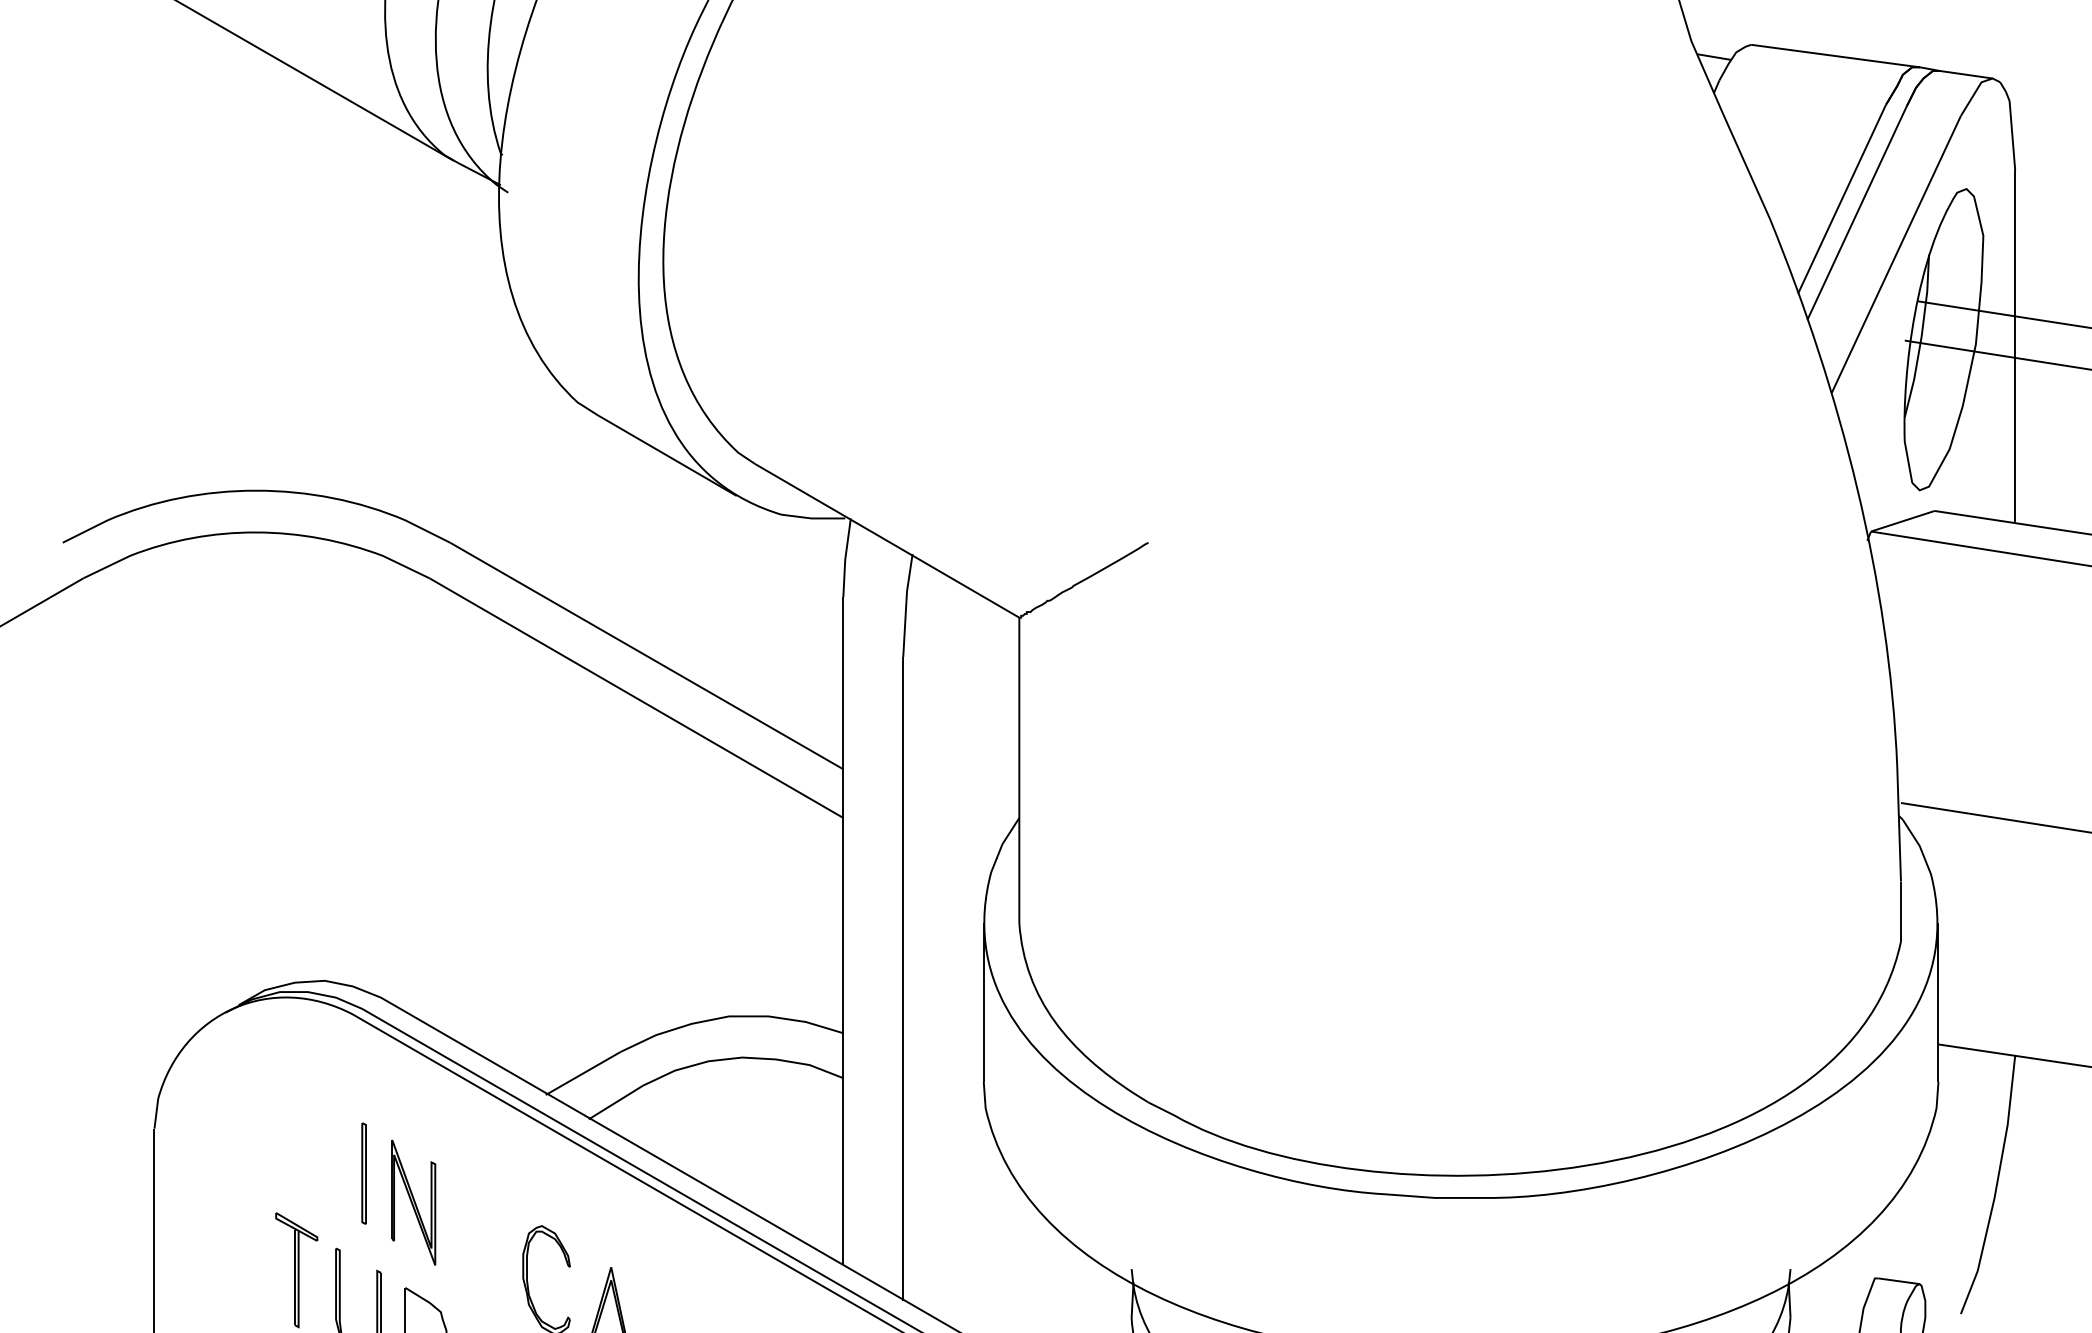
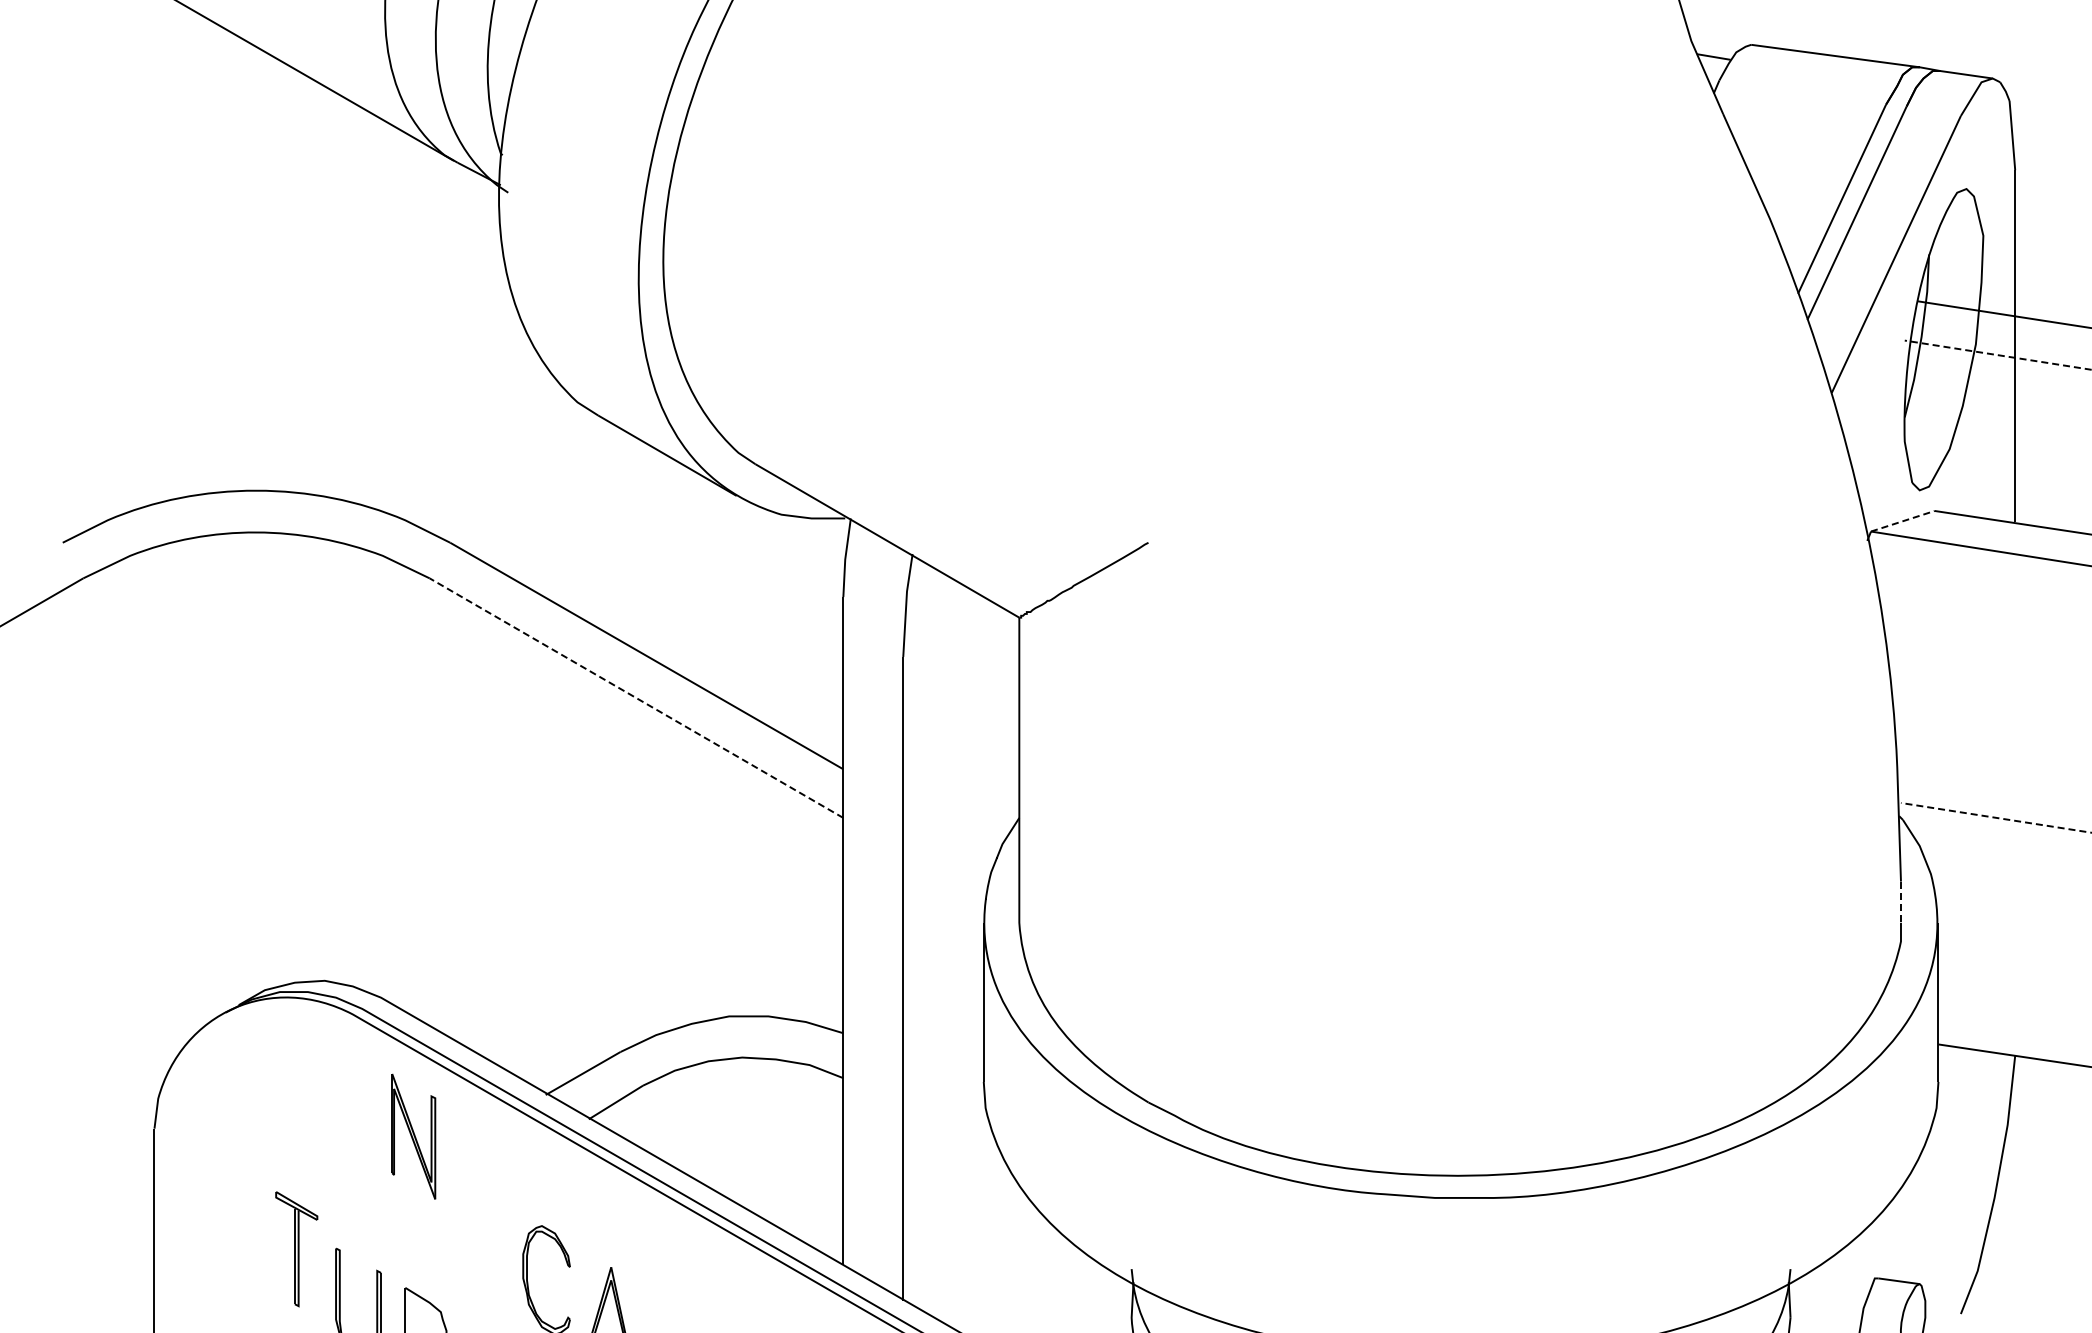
line at (1997, 355): solid -> dashed
line at (1903, 521): solid -> dashed
line at (636, 697): solid -> dashed
line at (1995, 817): solid -> dashed
line at (1900, 902): solid -> dashed
part at (363, 1173): present -> none
part at (413, 1202) position: (413, 1202) -> (413, 1136)
part at (296, 1270) position: (296, 1270) -> (296, 1249)
